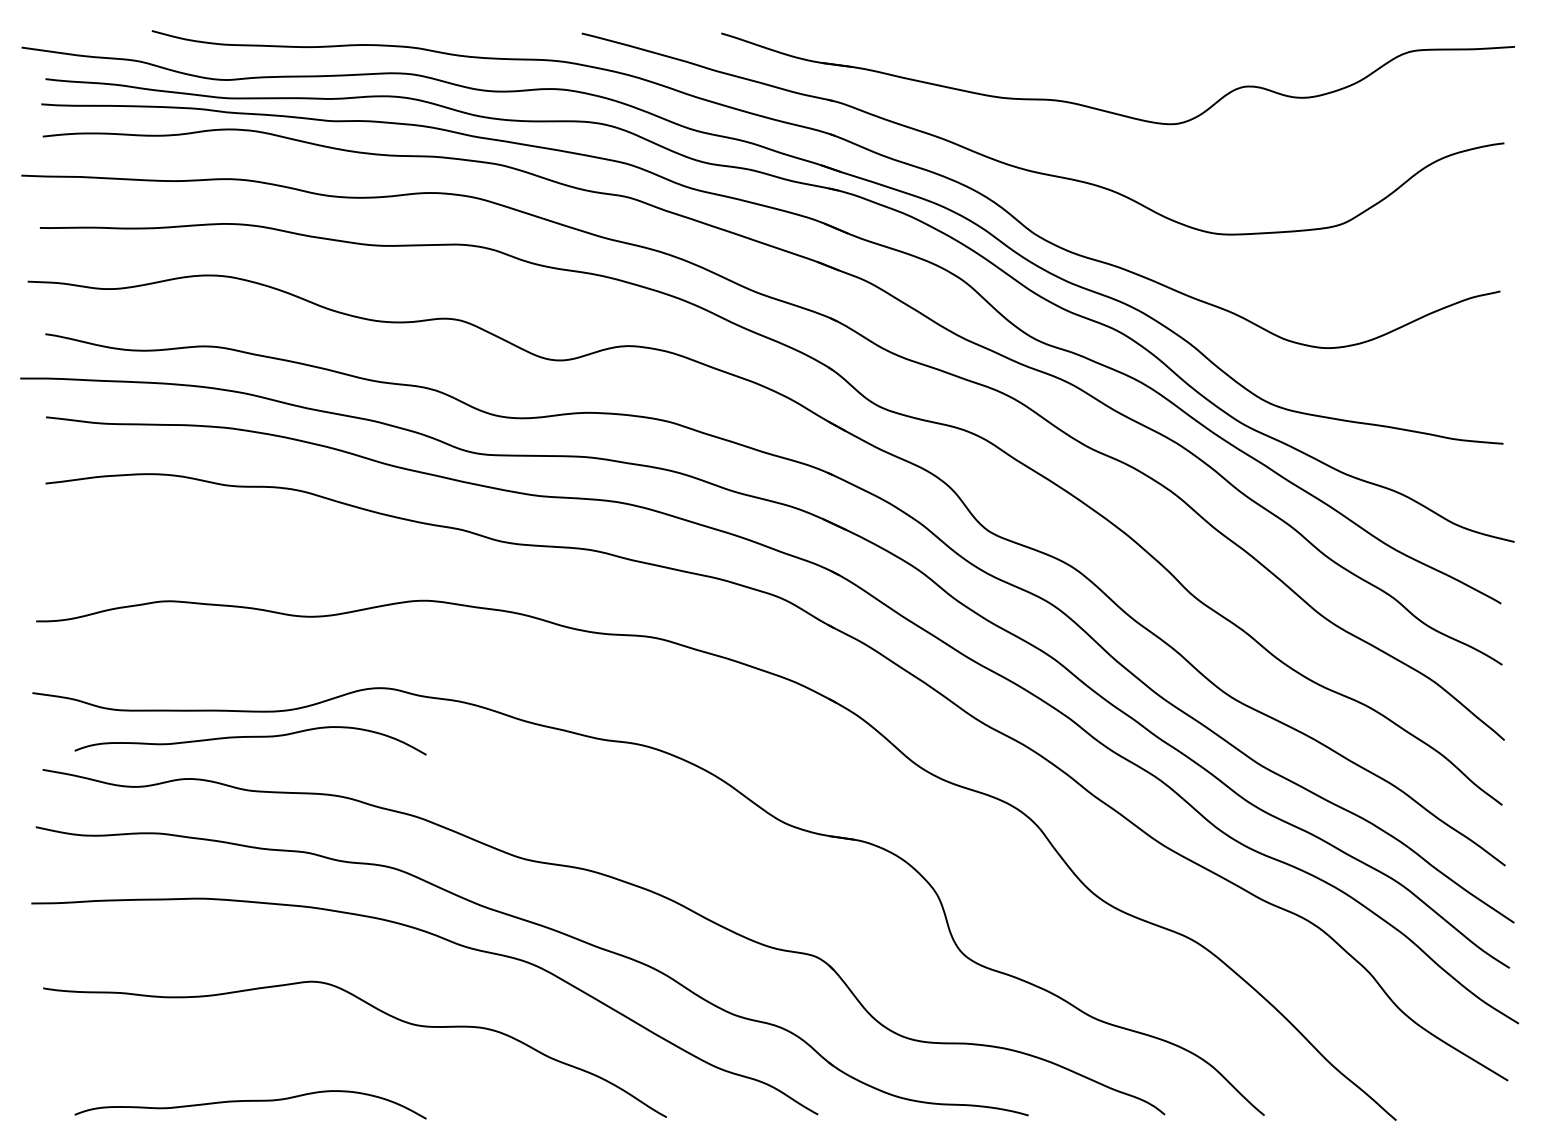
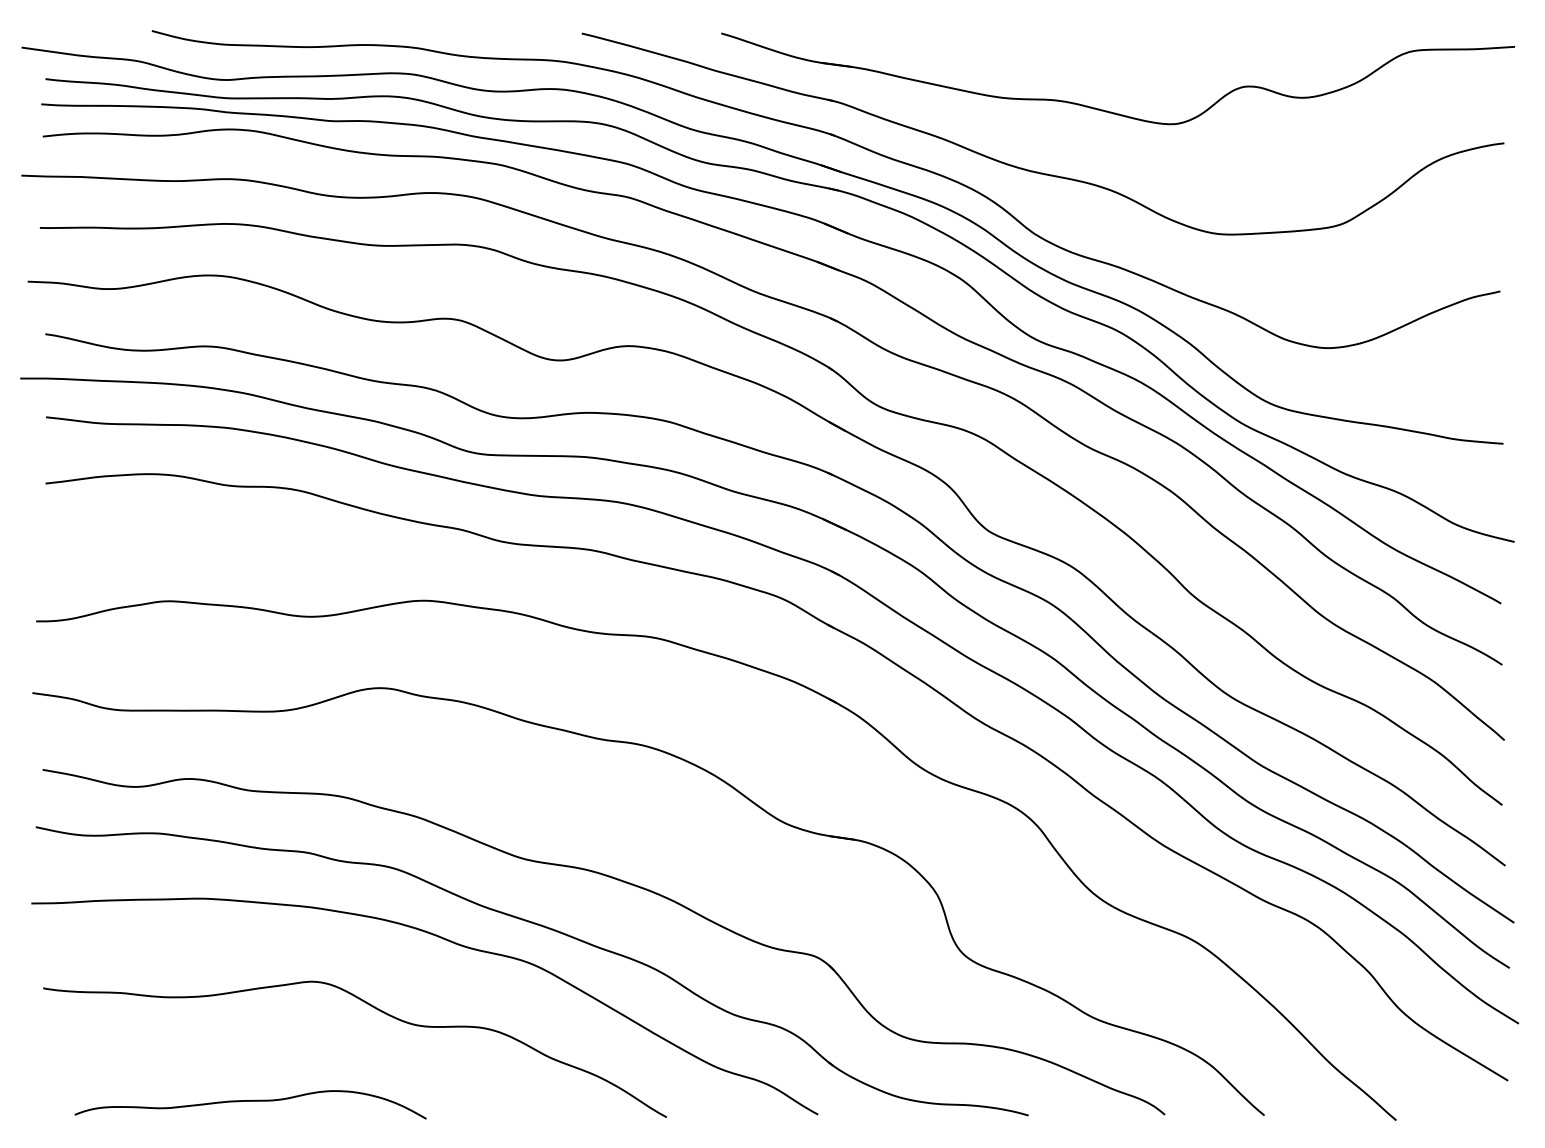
curve at (250, 737): present -> none
